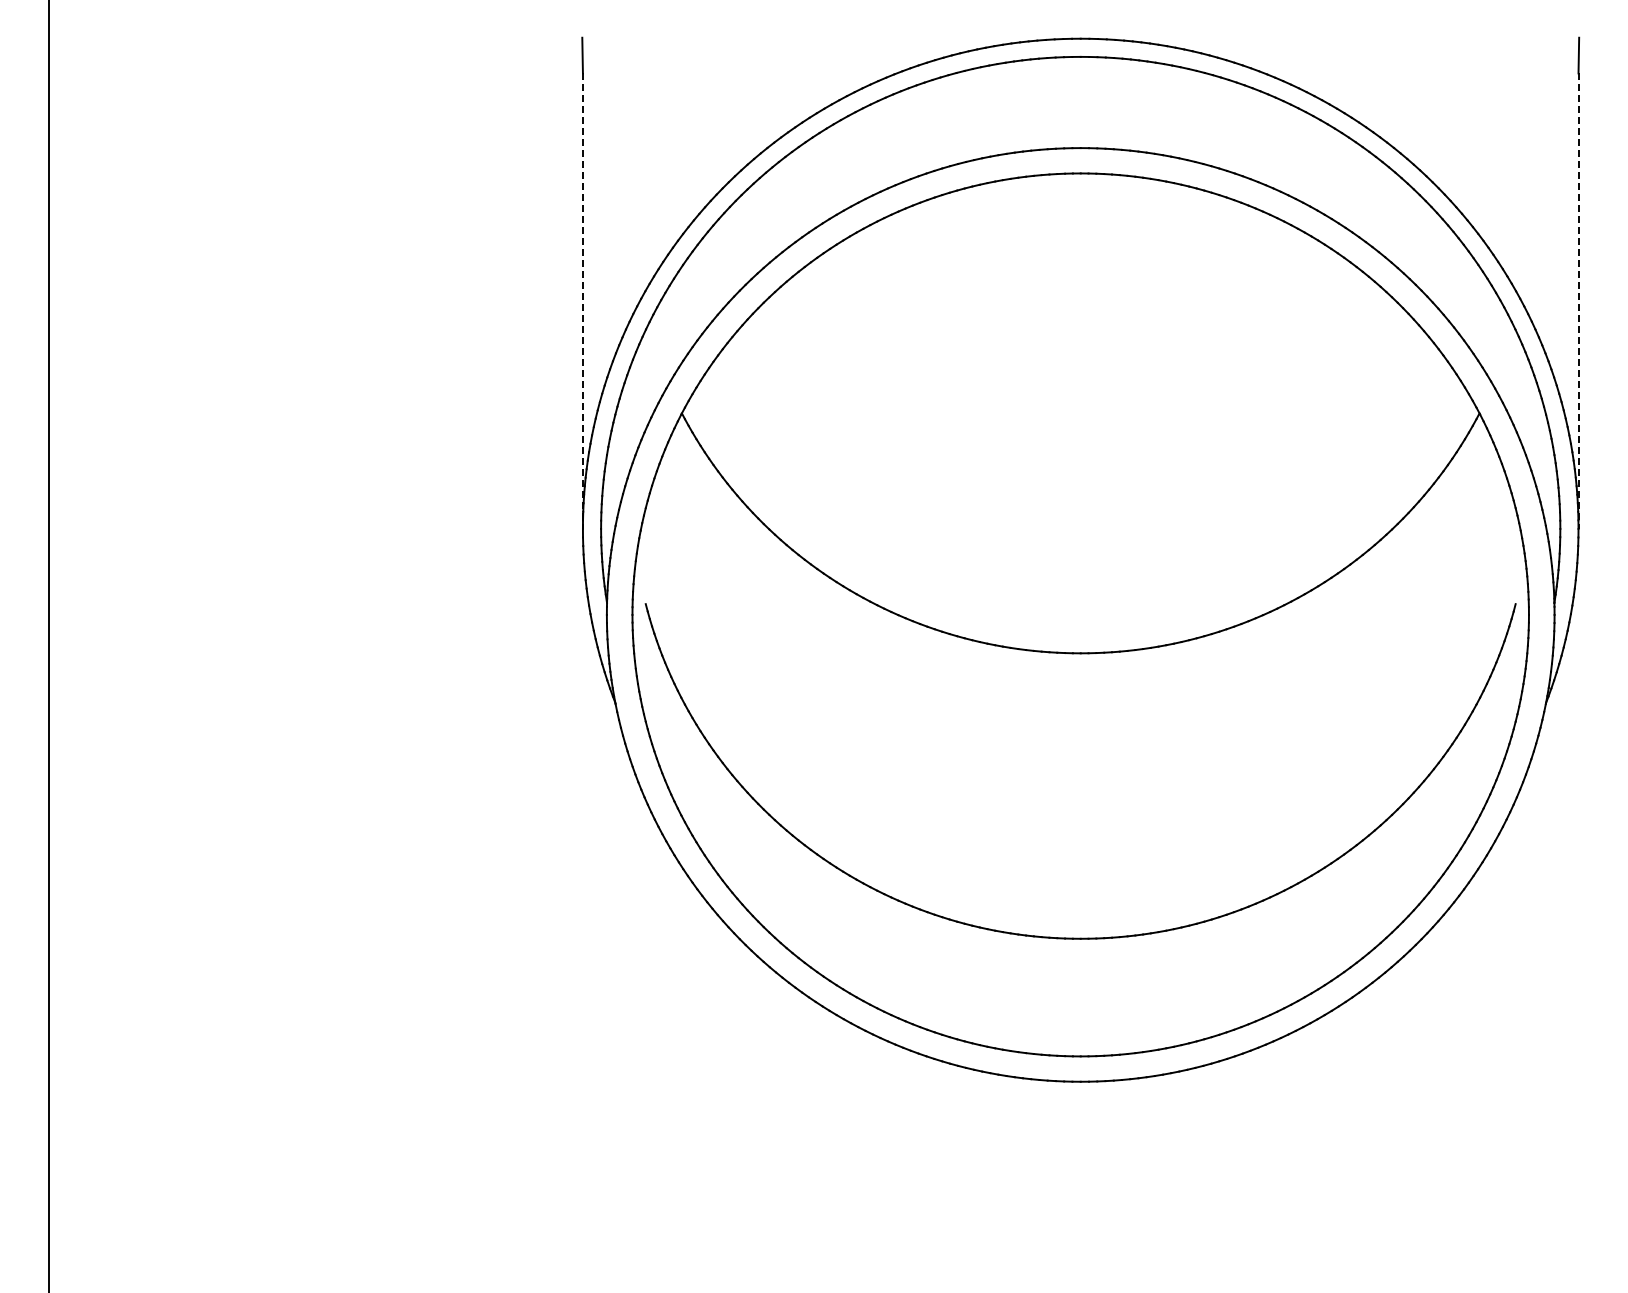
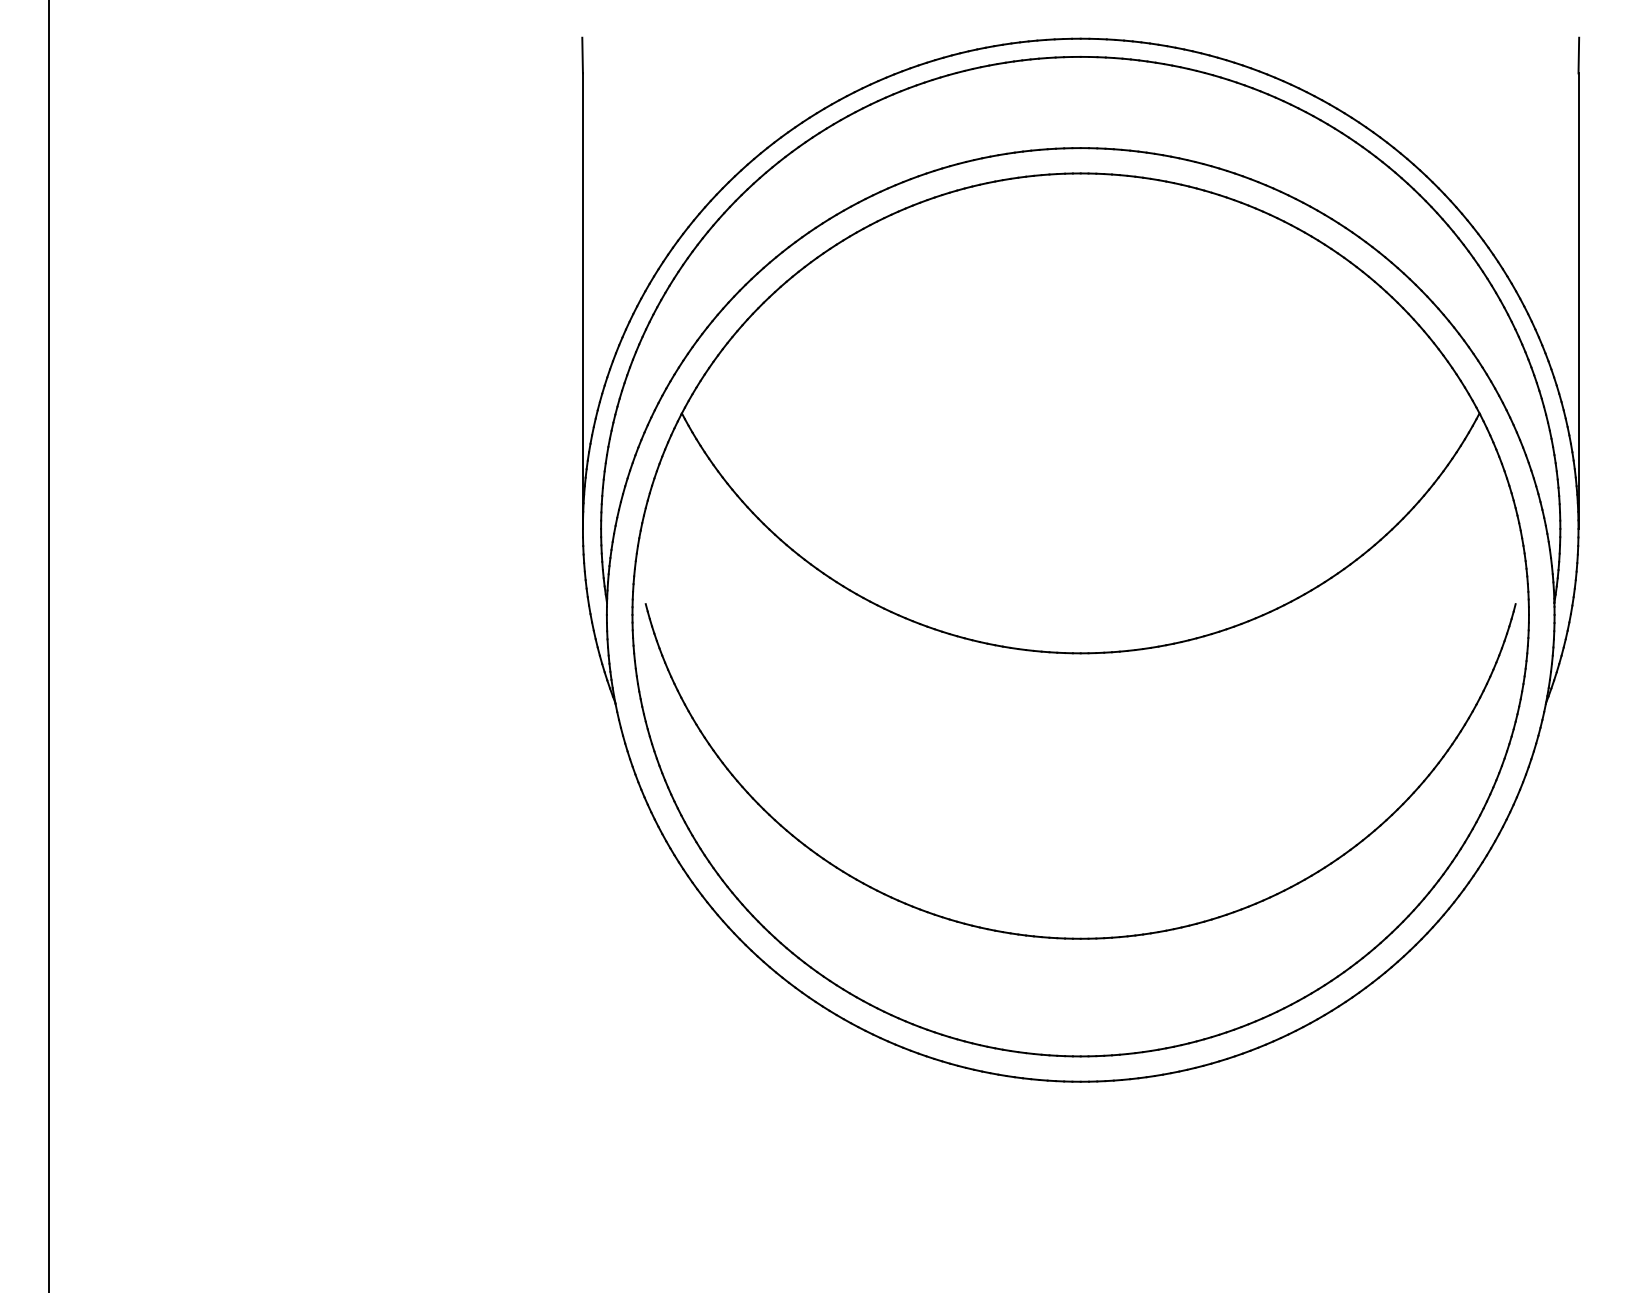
line at (582, 301): dashed -> solid
line at (1578, 301): dashed -> solid
